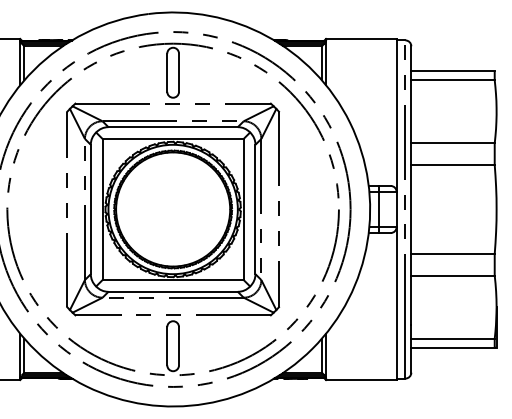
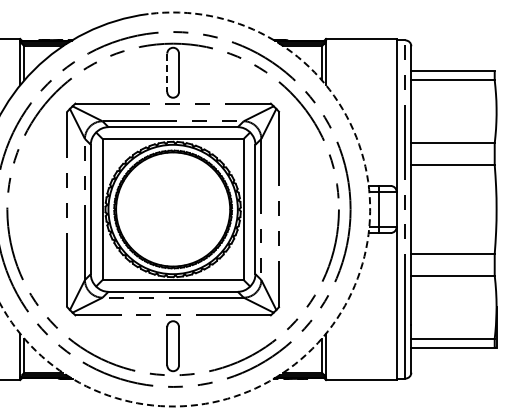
line at (167, 73): solid -> dashed
arc at (348, 299): solid -> dashed
